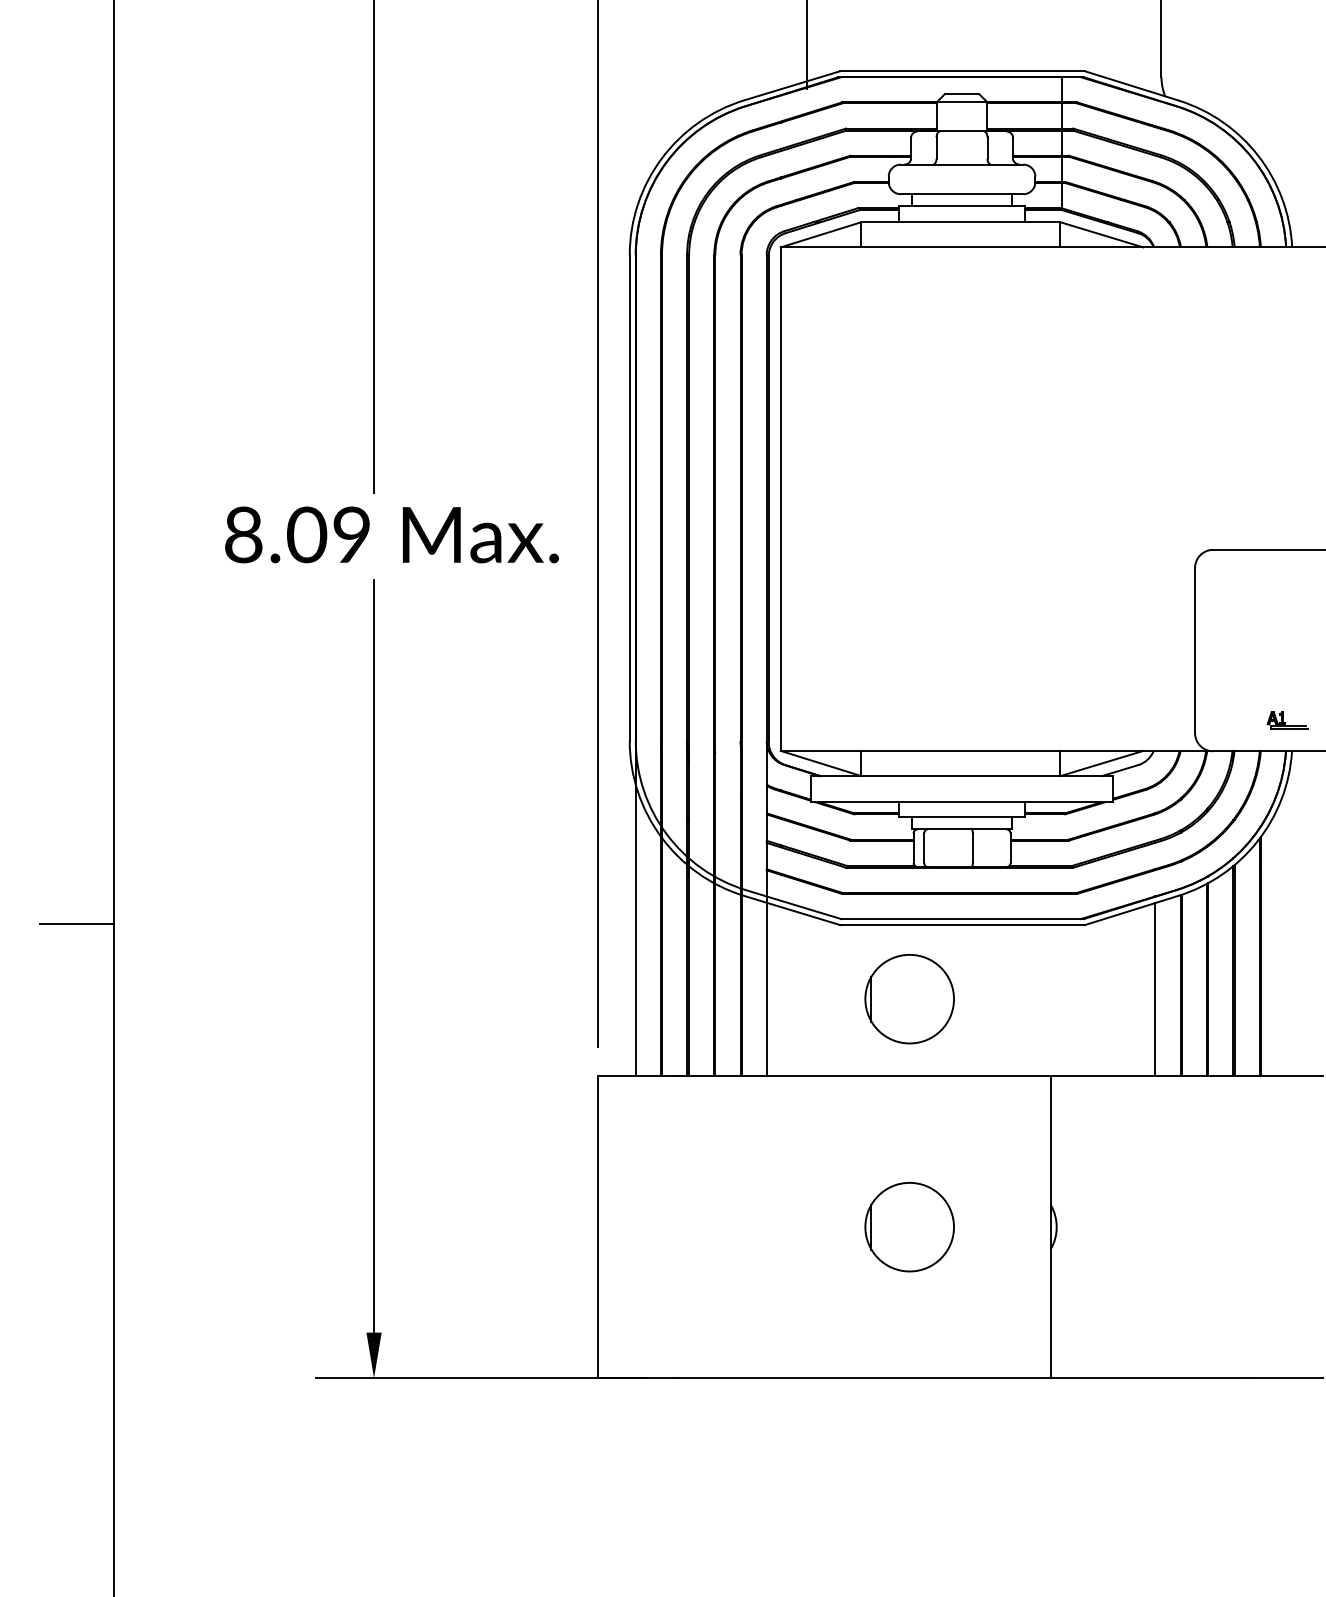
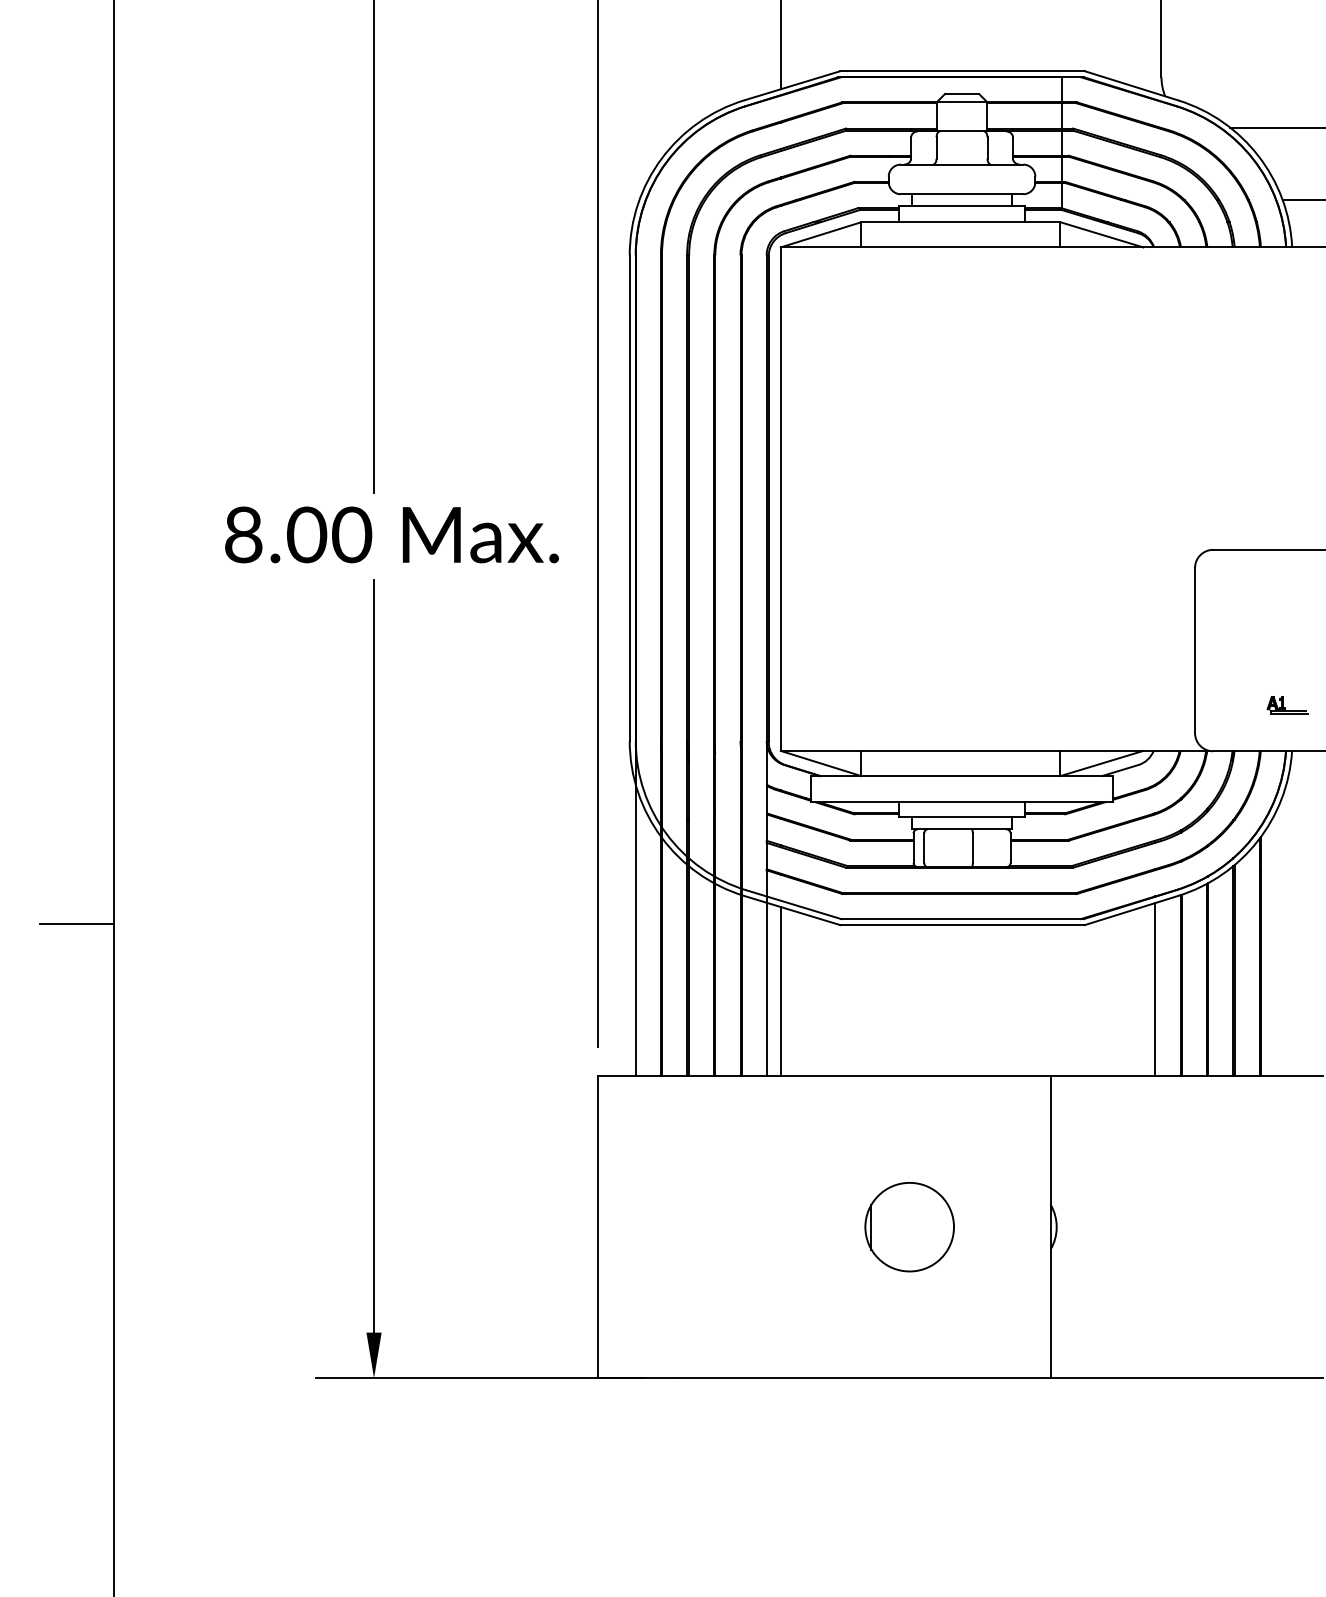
line at (806, 45) position: (806, 45) -> (780, 45)
line at (1276, 127): none -> present
line at (1302, 200): none -> present
text at (352, 535): 8.09 -> 8.00
part at (1287, 720) position: (1287, 720) -> (1287, 705)
line at (780, 991): none -> present
part at (909, 999): present -> none
